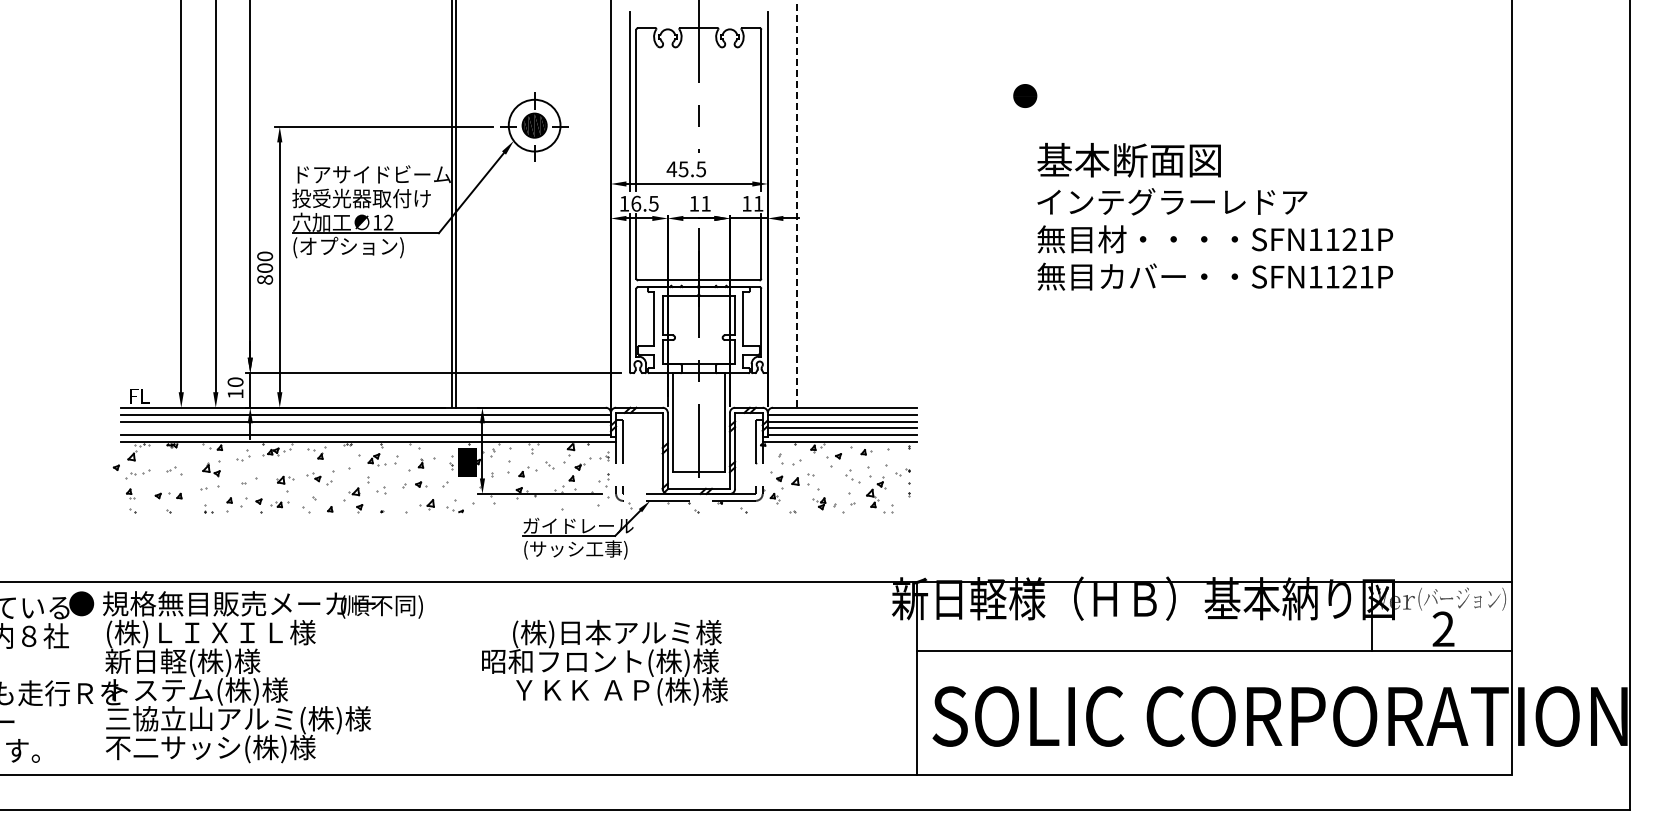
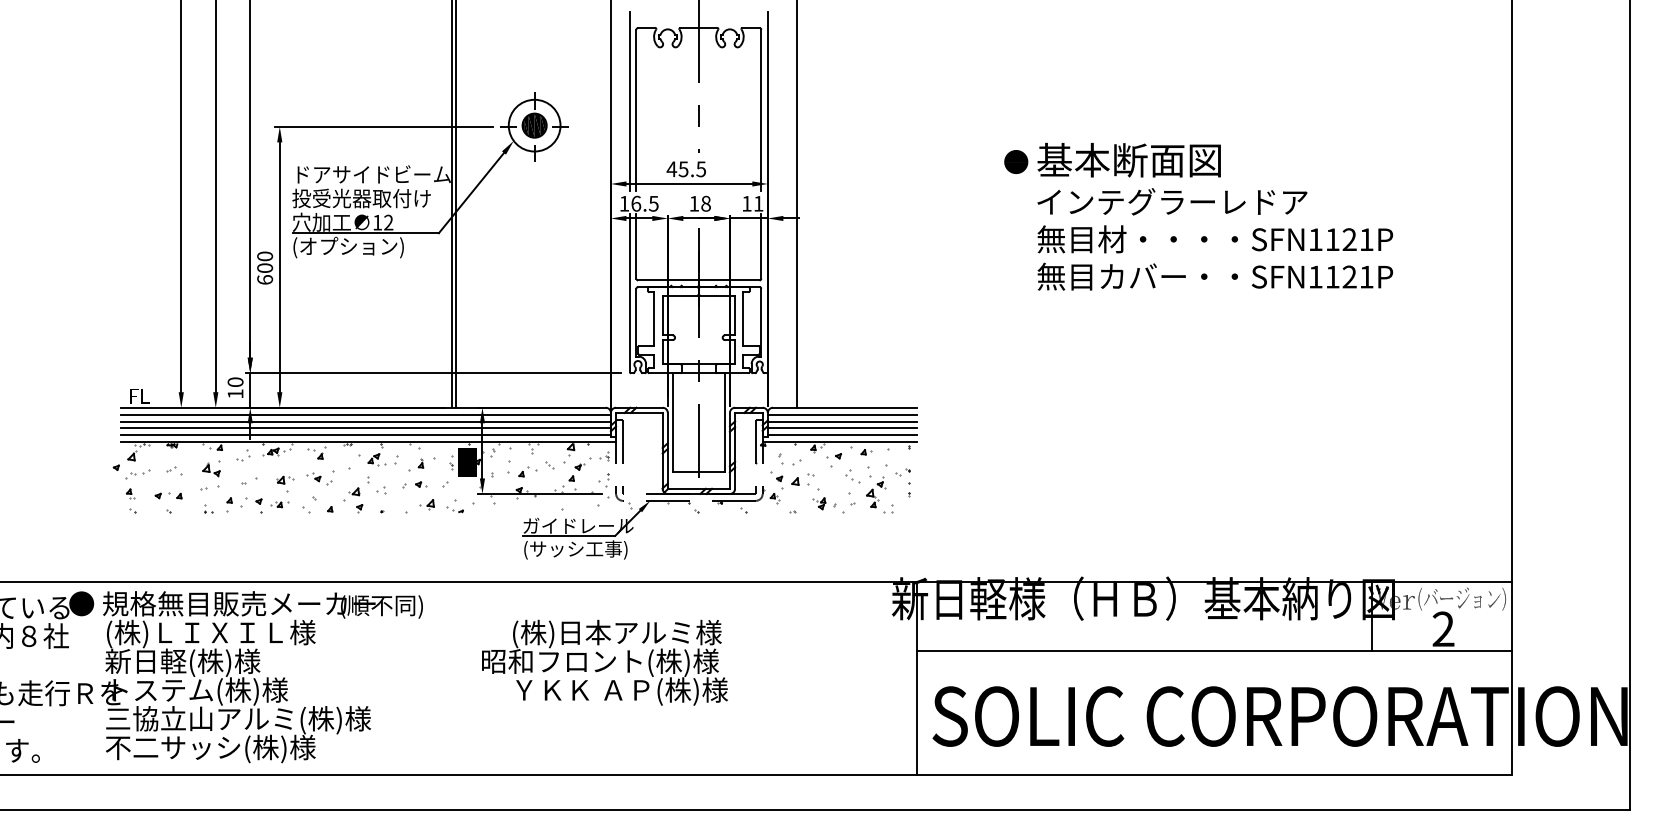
part at (1025, 95) position: (1025, 95) -> (1016, 161)
text at (705, 203): 11 -> 18
line at (797, 203): dashed -> solid
text at (264, 279): 800 -> 600
line at (365, 428): none -> present
